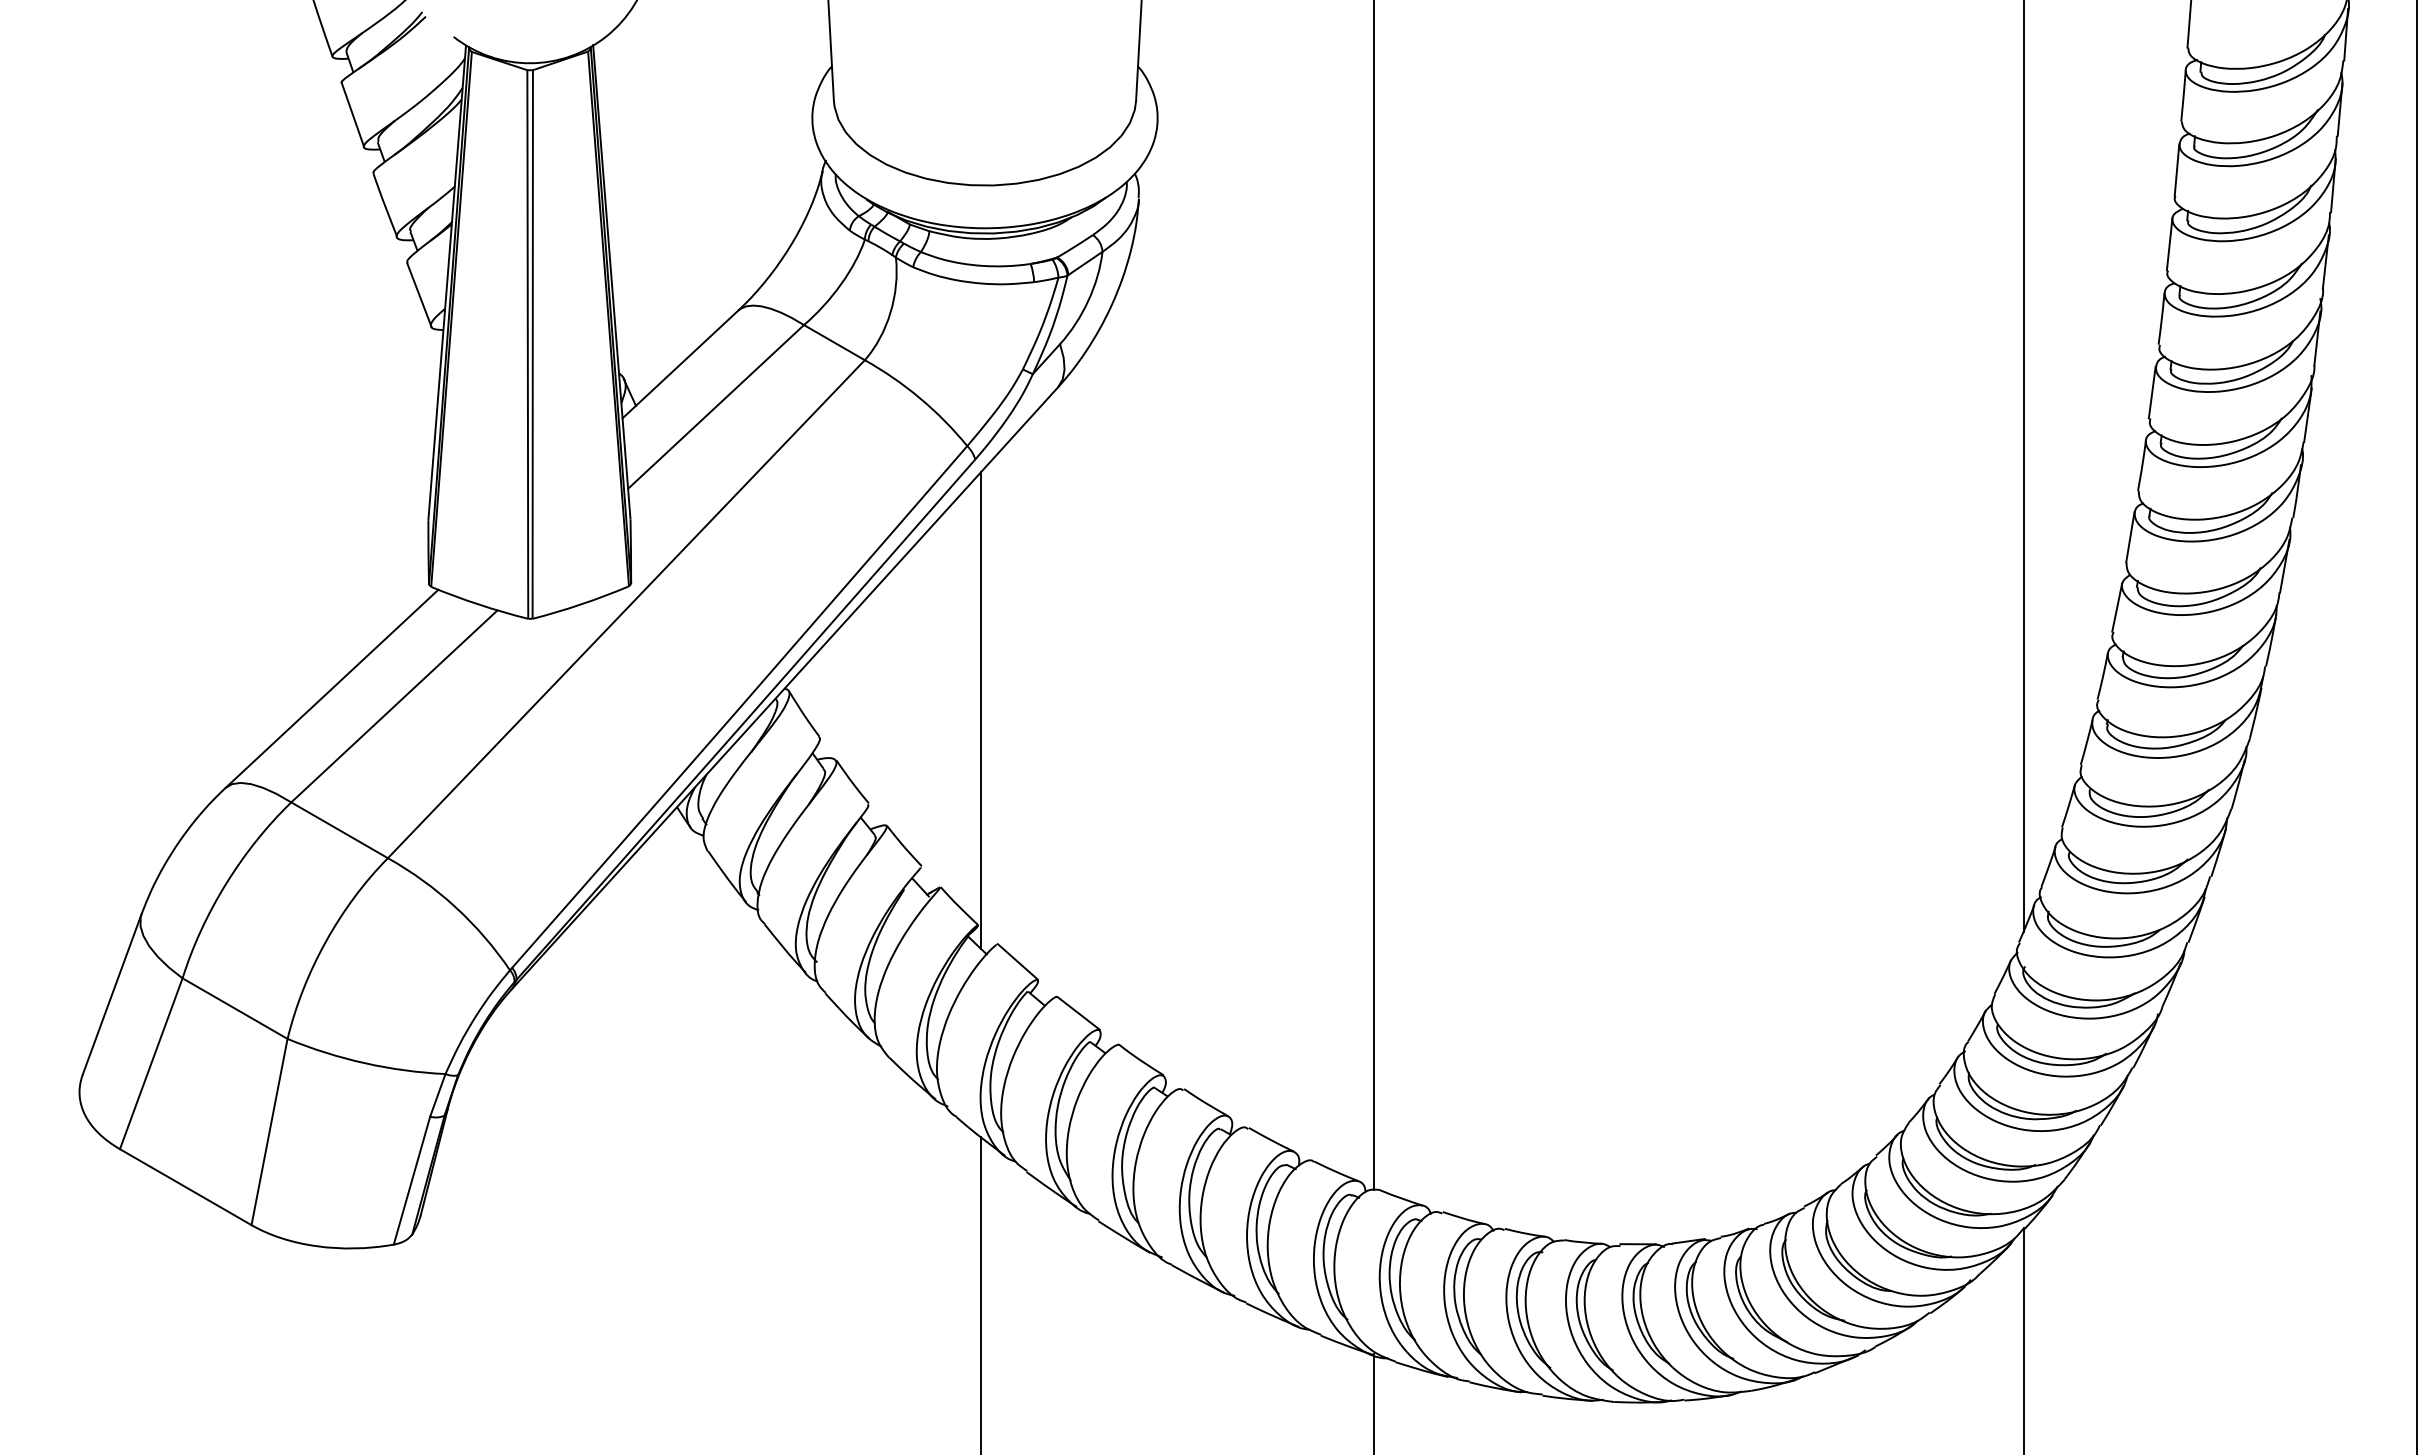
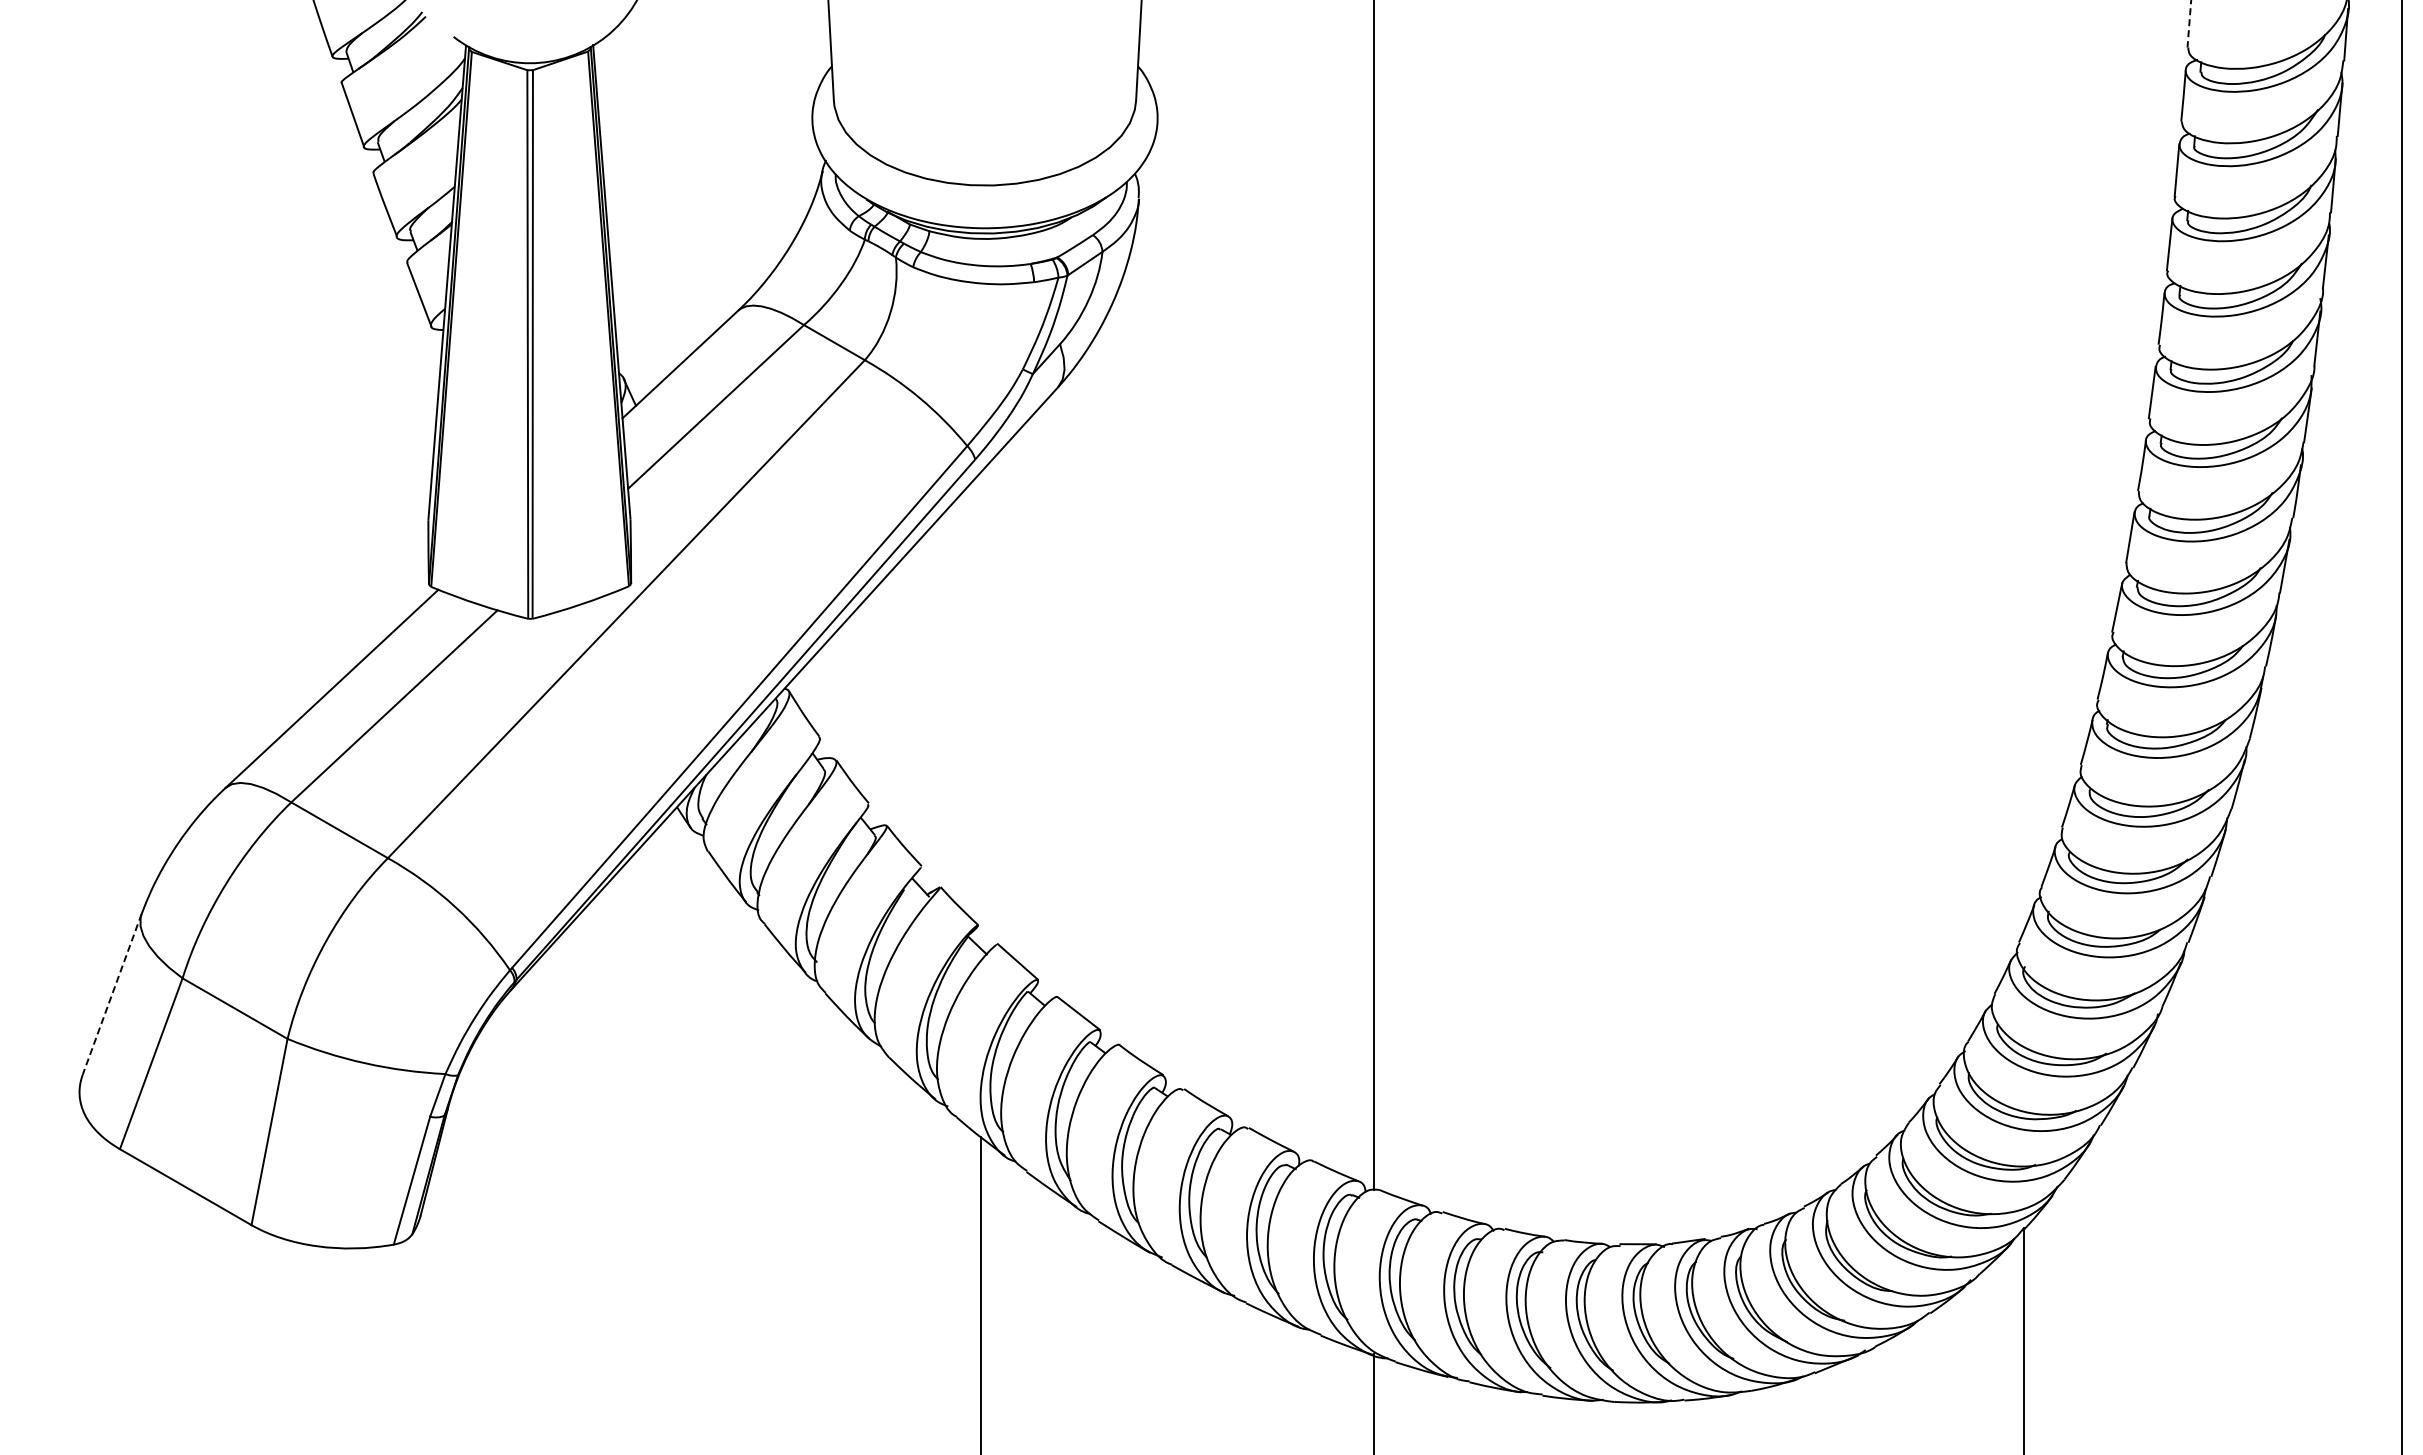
line at (2189, 23): solid -> dashed
line at (2023, 466): present -> none
line at (980, 710): present -> none
line at (2416, 726) position: (2416, 726) -> (2401, 726)
line at (112, 994): solid -> dashed
